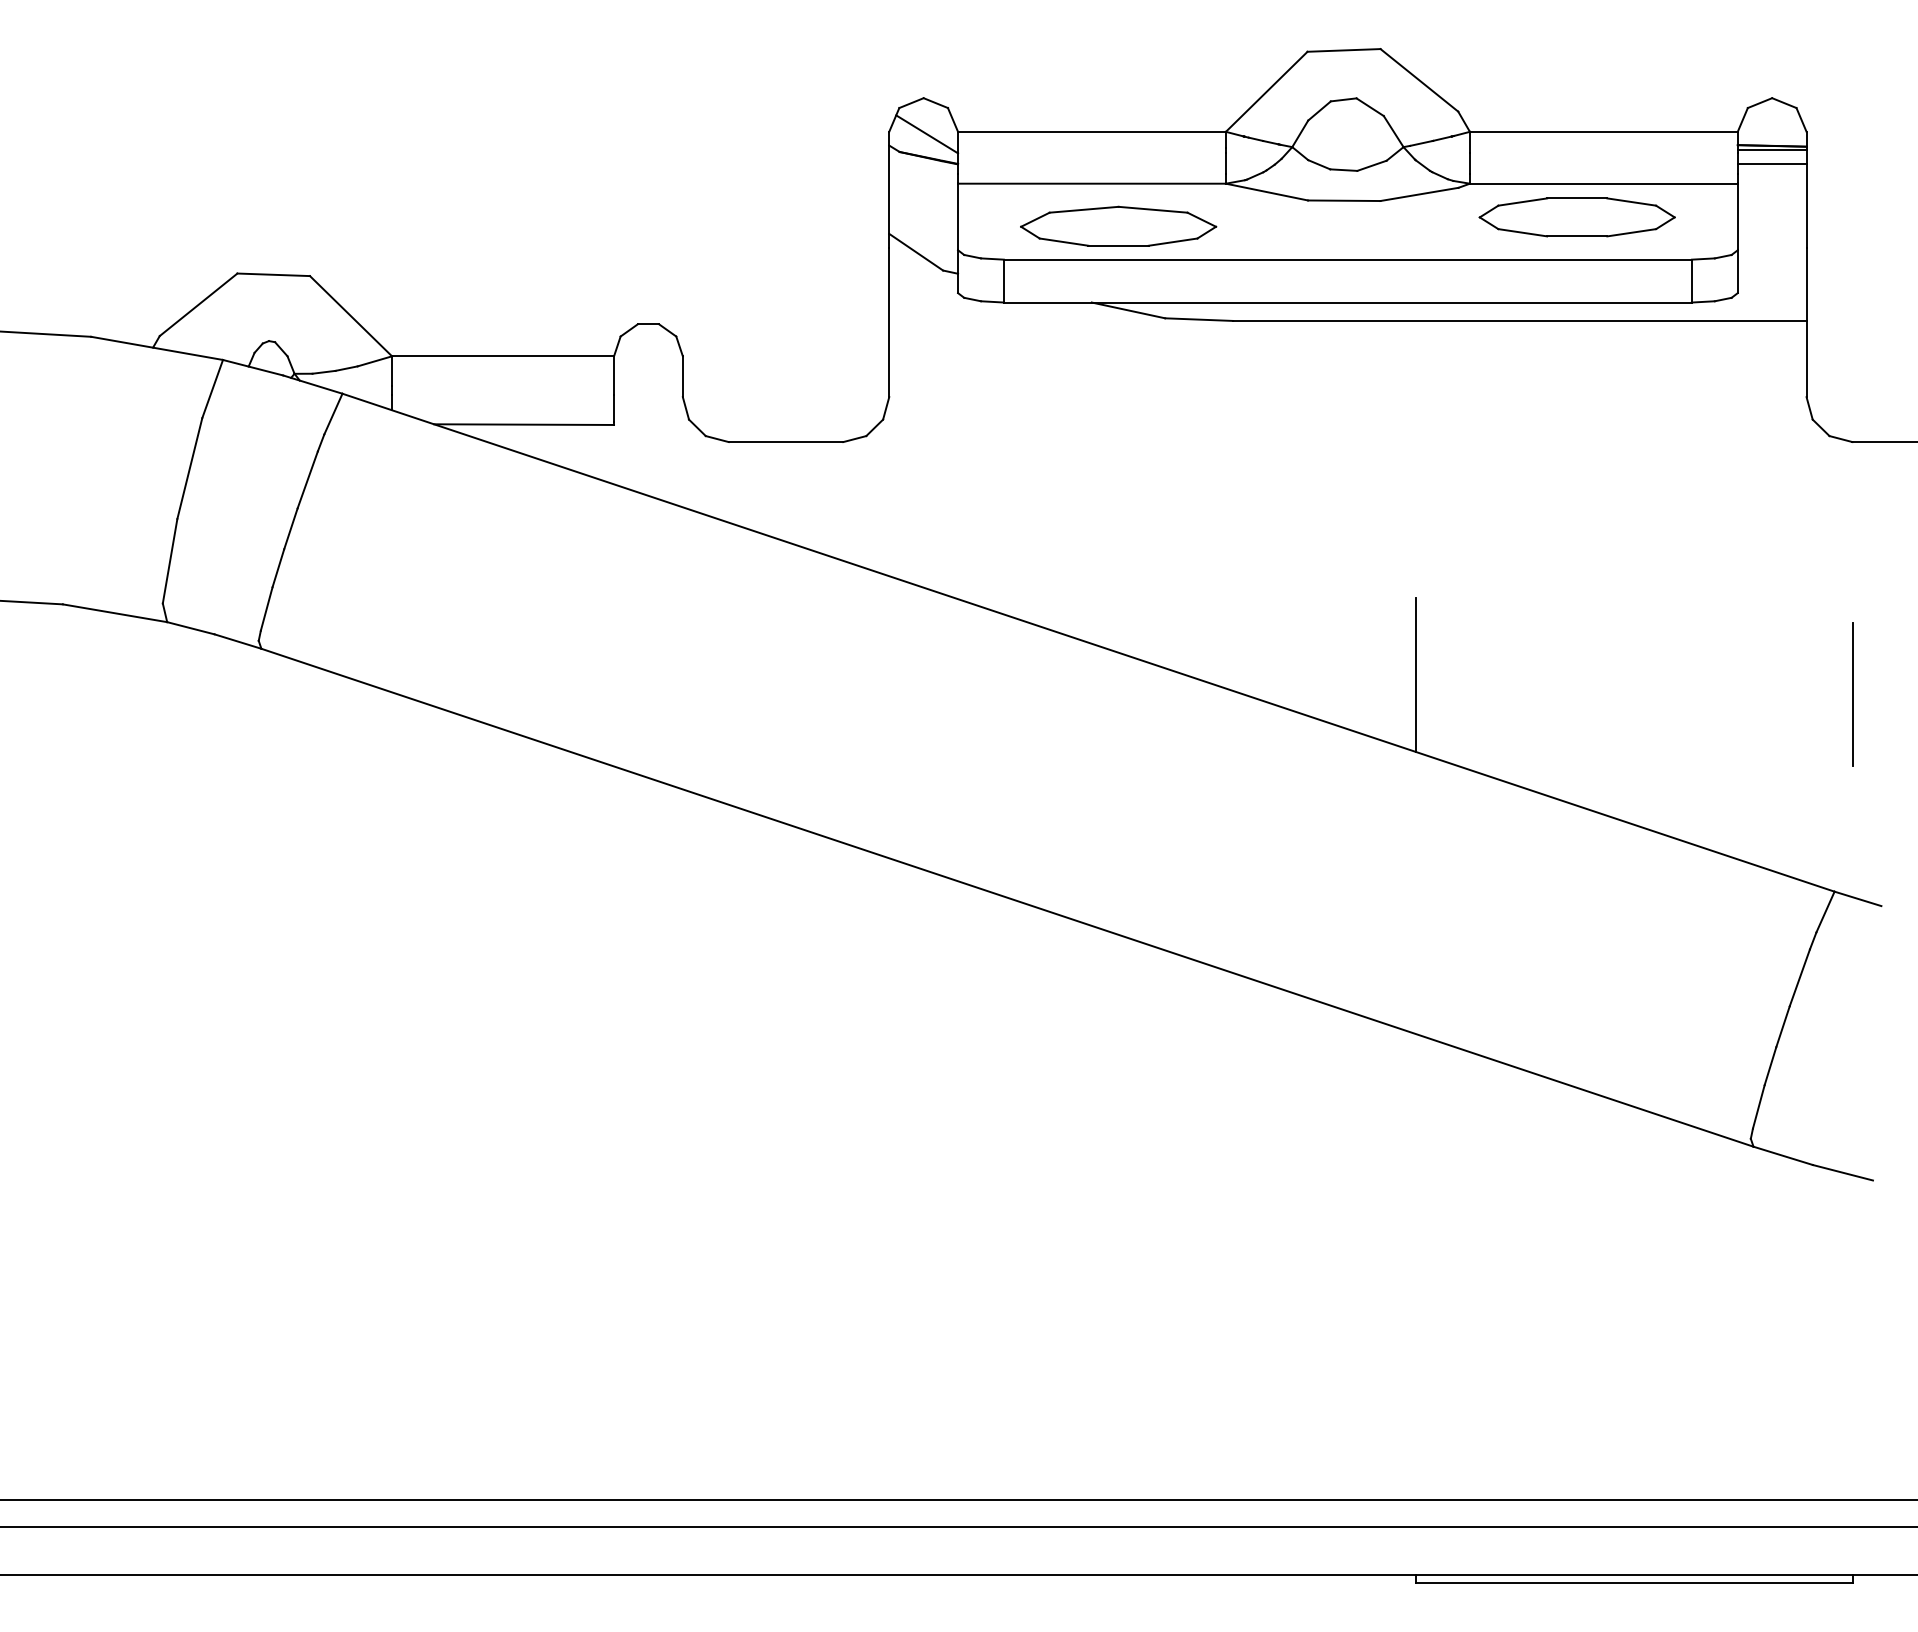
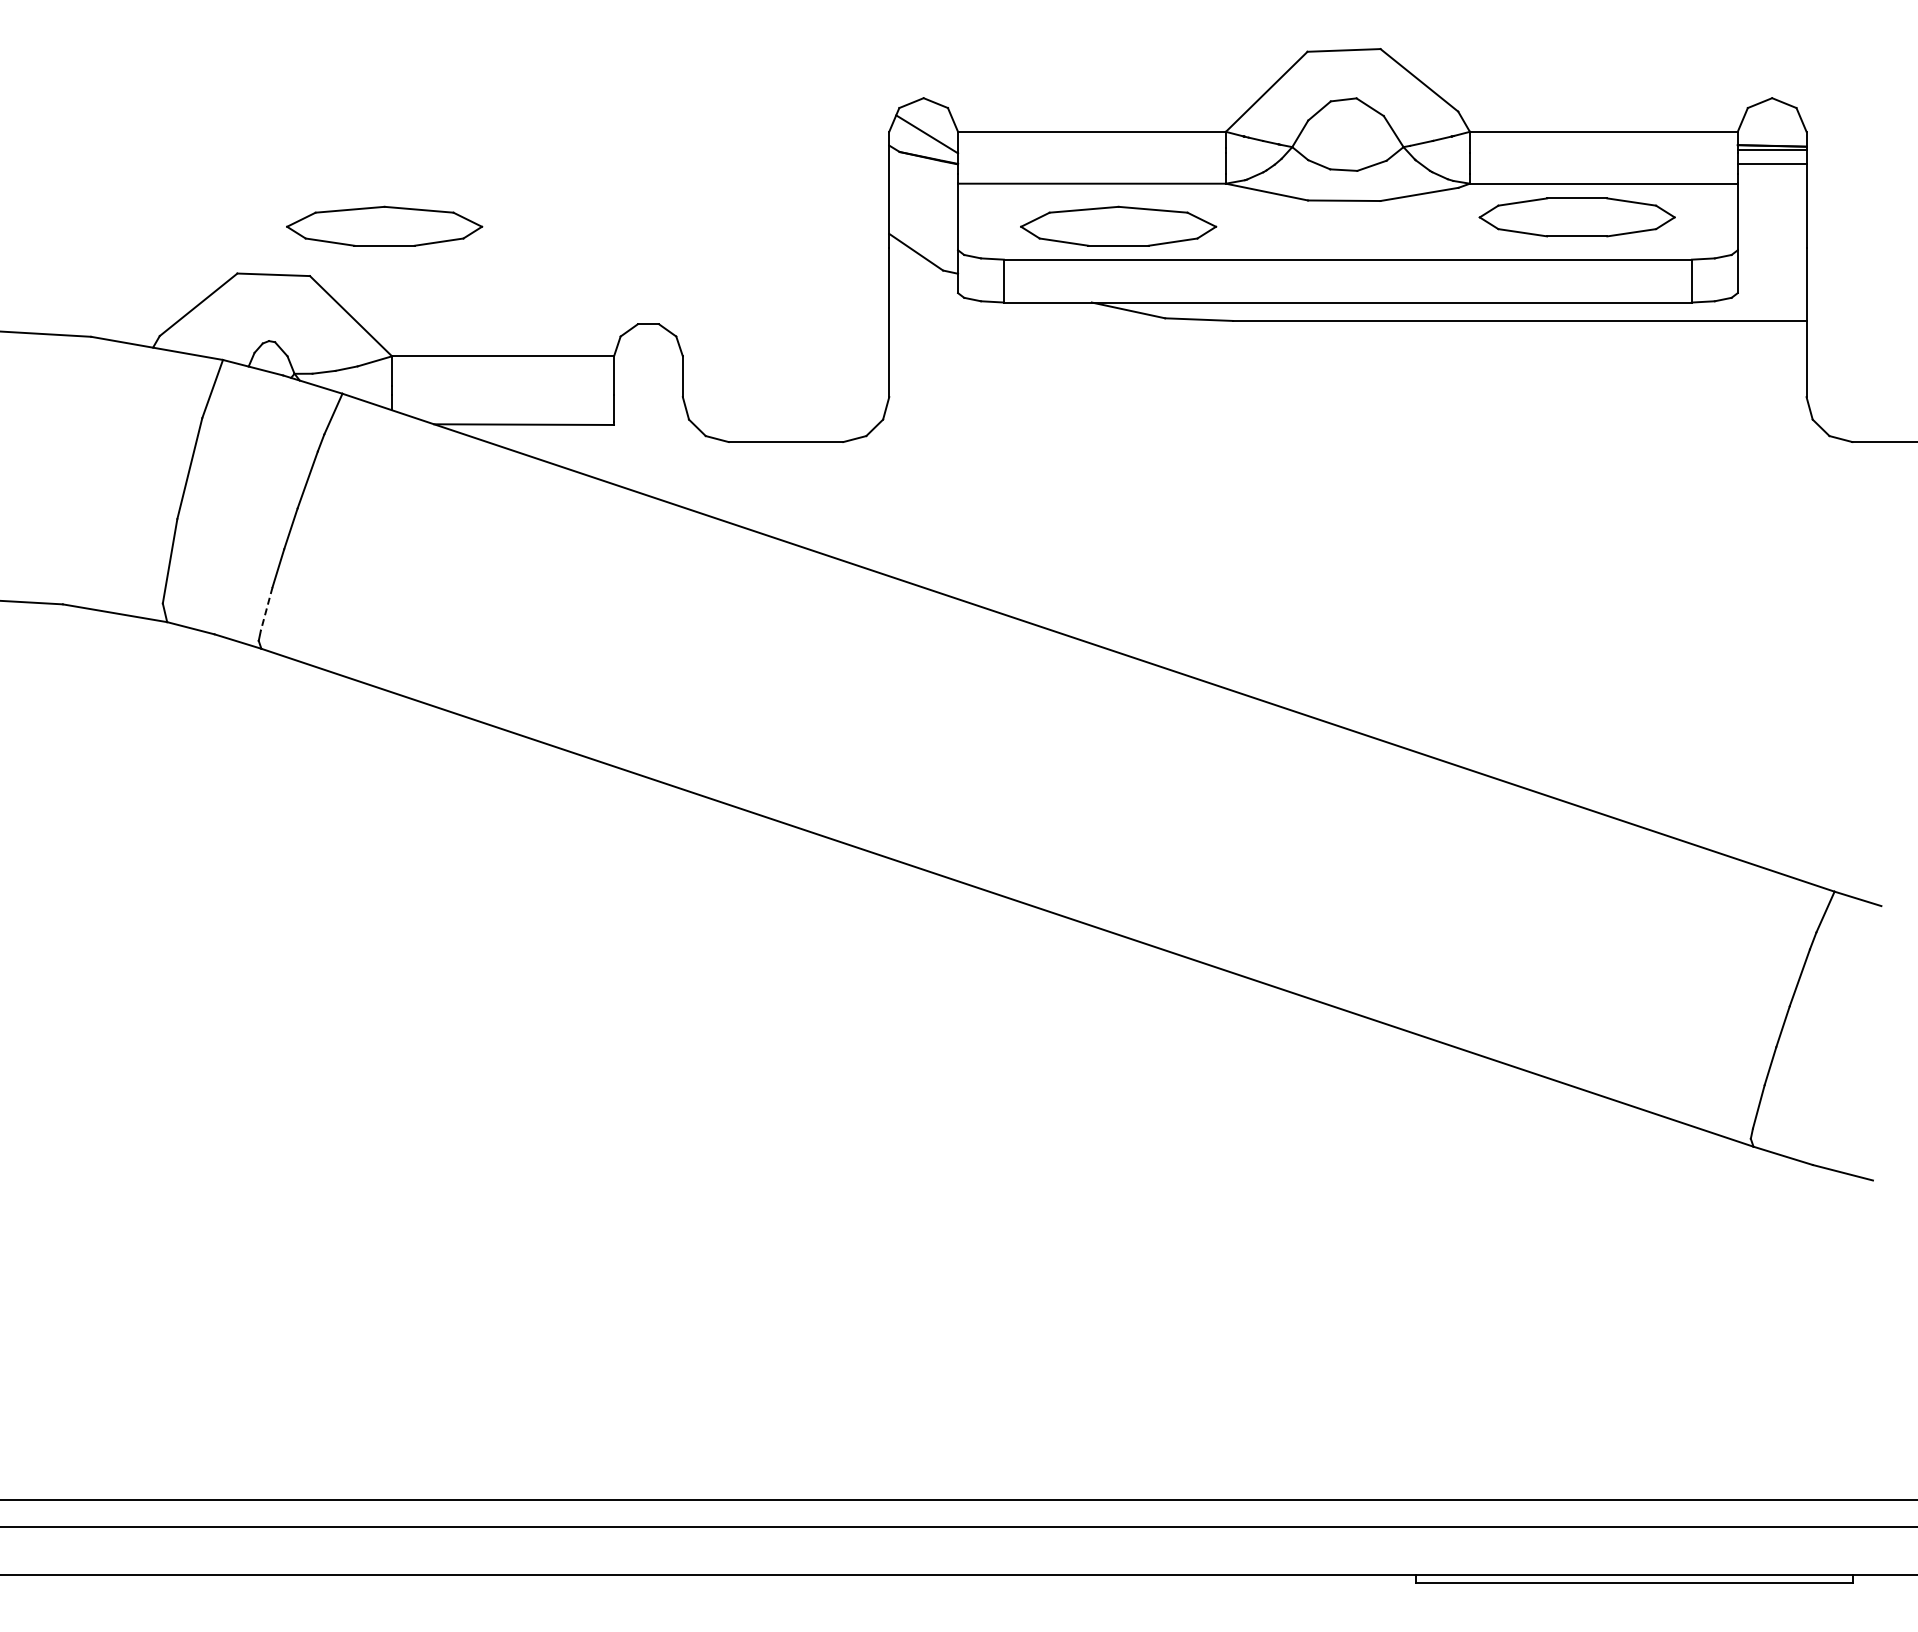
part at (384, 225): none -> present
line at (266, 609): solid -> dashed
line at (1416, 674): present -> none
line at (1852, 694): present -> none
